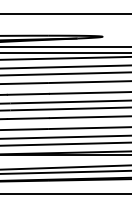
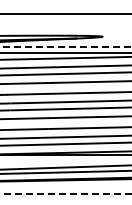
line at (65, 46): solid -> dashed
line at (66, 193): solid -> dashed
